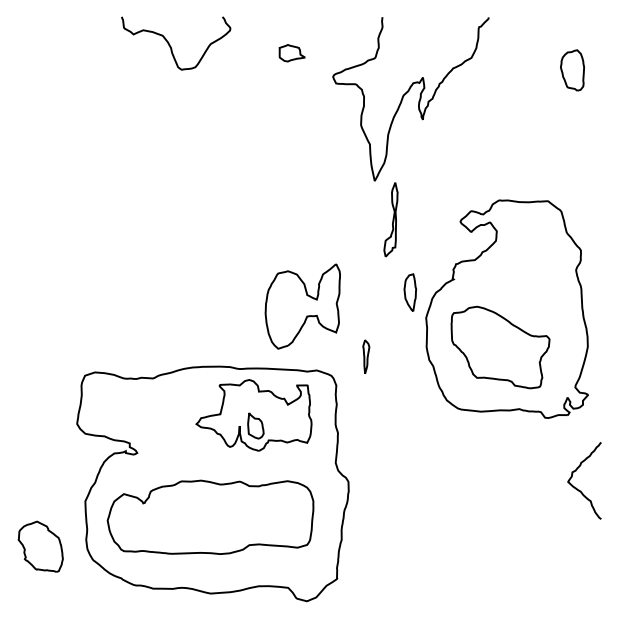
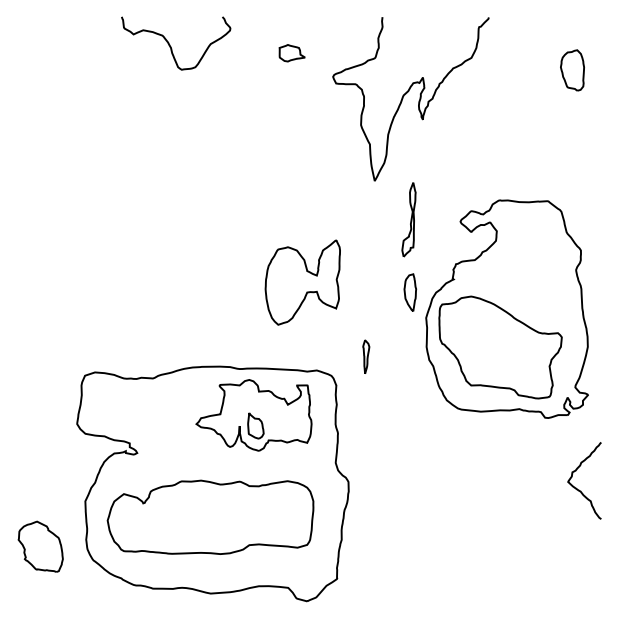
part at (390, 219) position: (390, 219) -> (408, 219)
part at (302, 306) position: (302, 306) -> (302, 282)
part at (500, 347) size: 101x85 px -> 125x105 px
